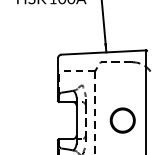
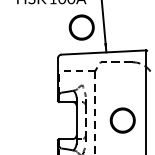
part at (81, 27): none -> present
